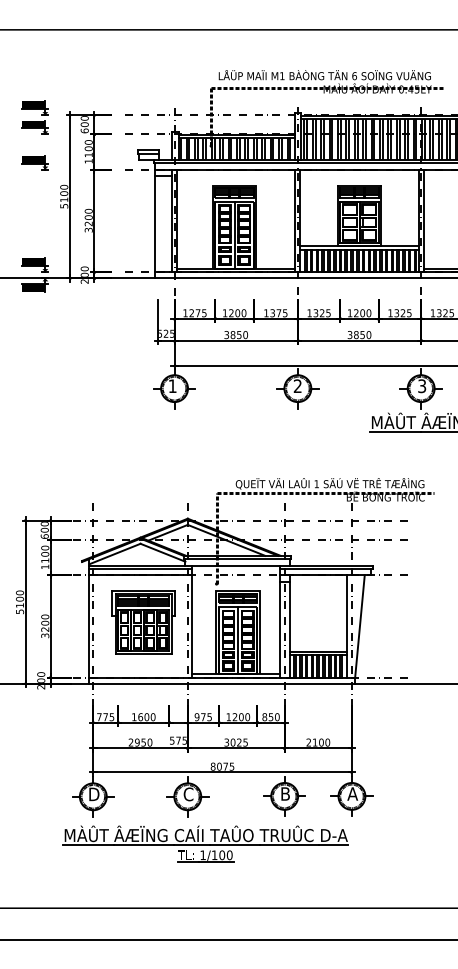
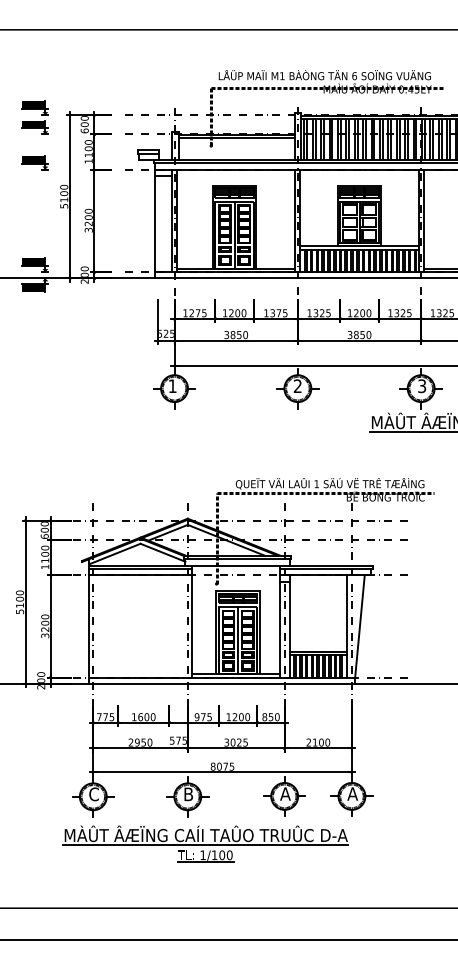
hatch at (235, 148): present -> none
part at (143, 622): present -> none
text at (285, 793): B -> A
text at (94, 794): D -> C
text at (188, 794): C -> B
